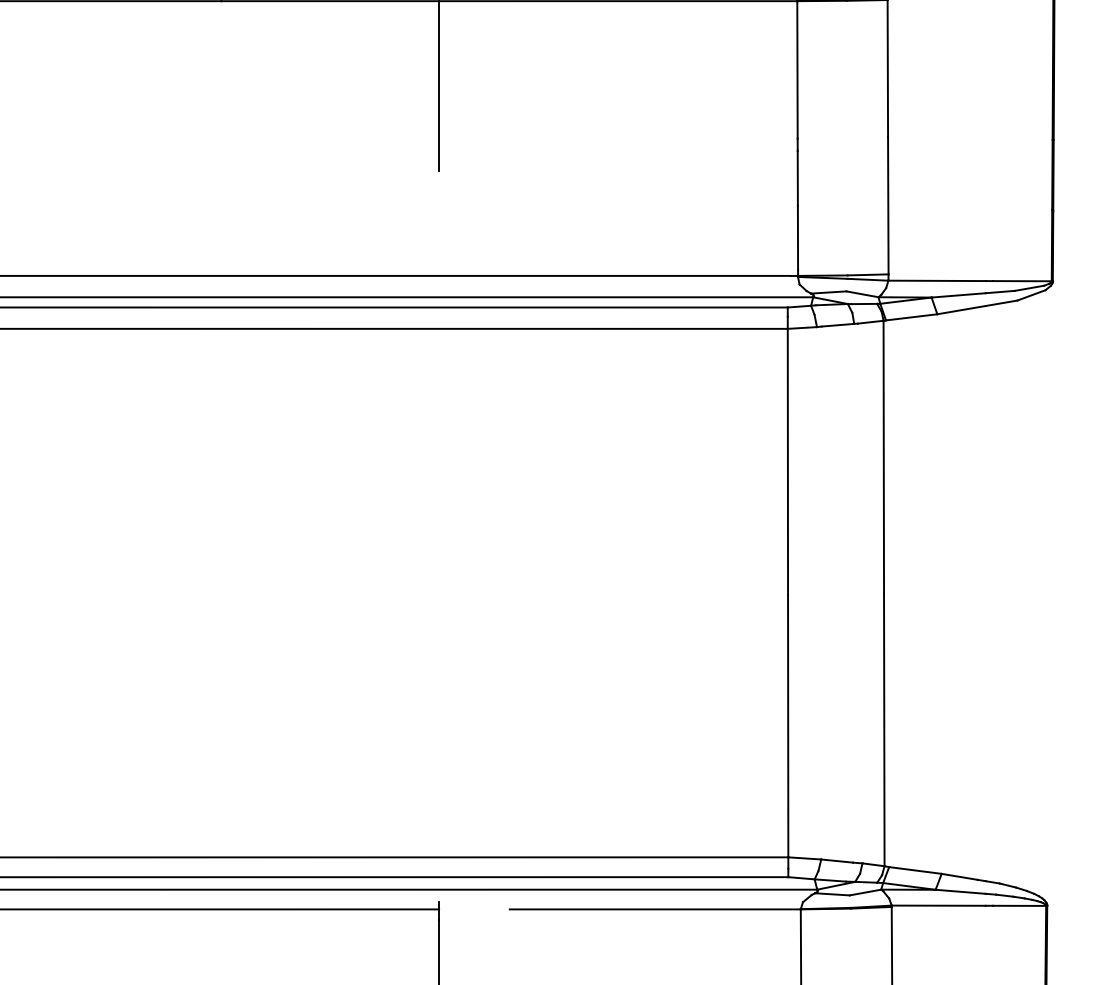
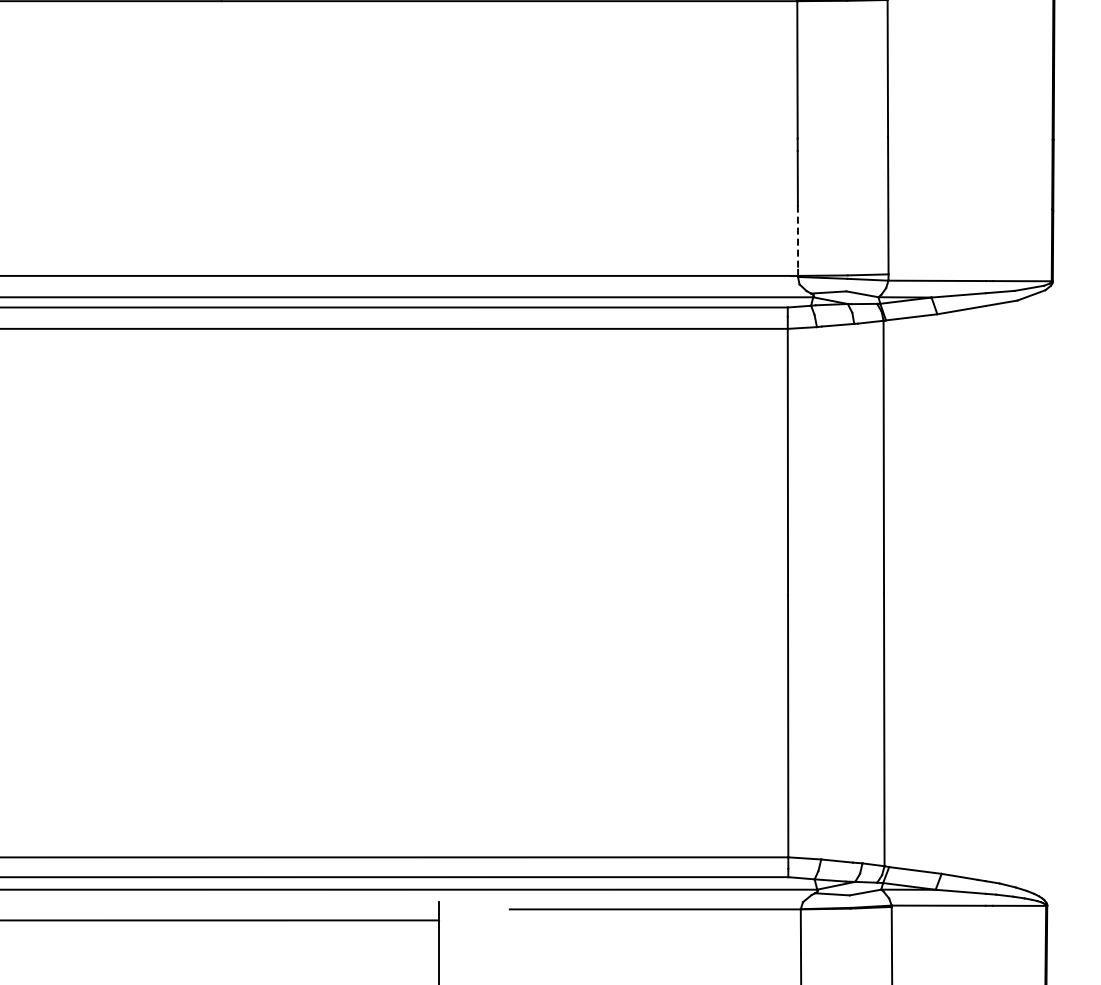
line at (439, 86): present -> none
line at (797, 238): solid -> dashed
line at (220, 909) position: (220, 909) -> (220, 920)
